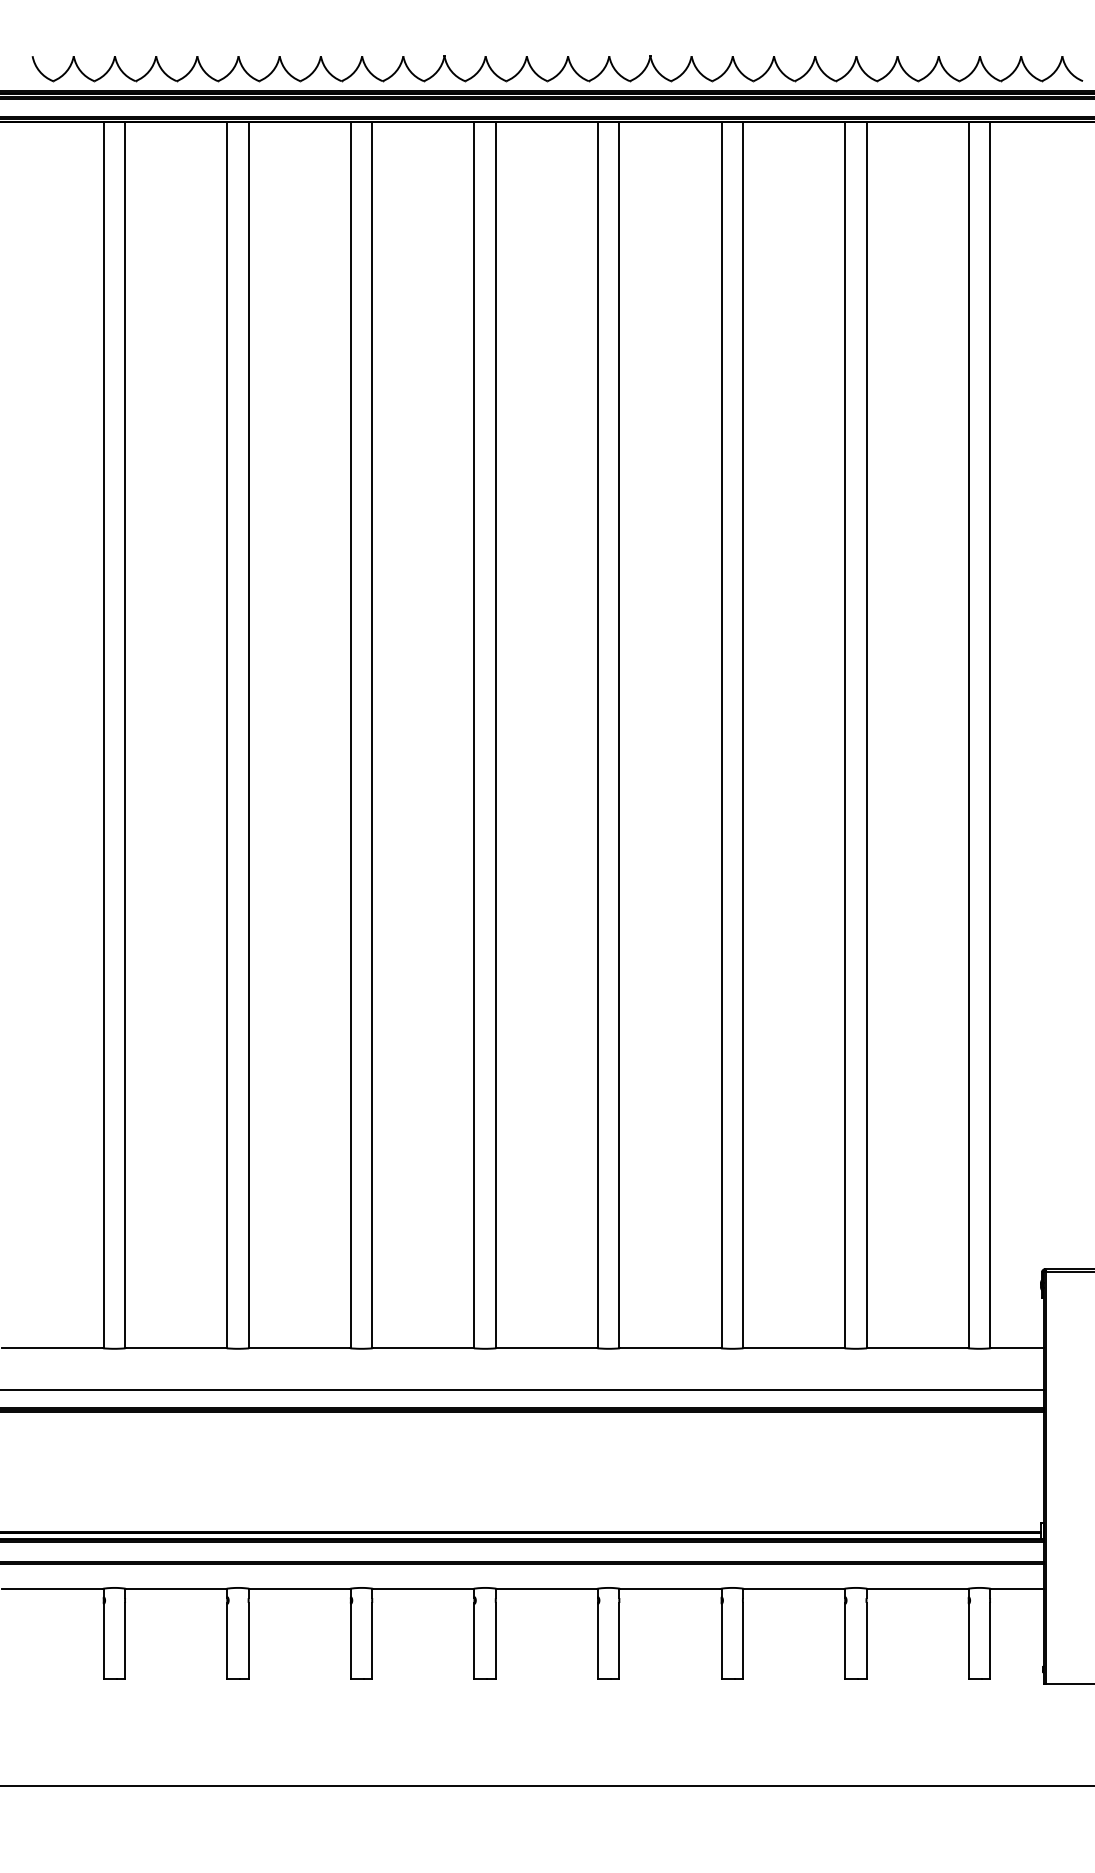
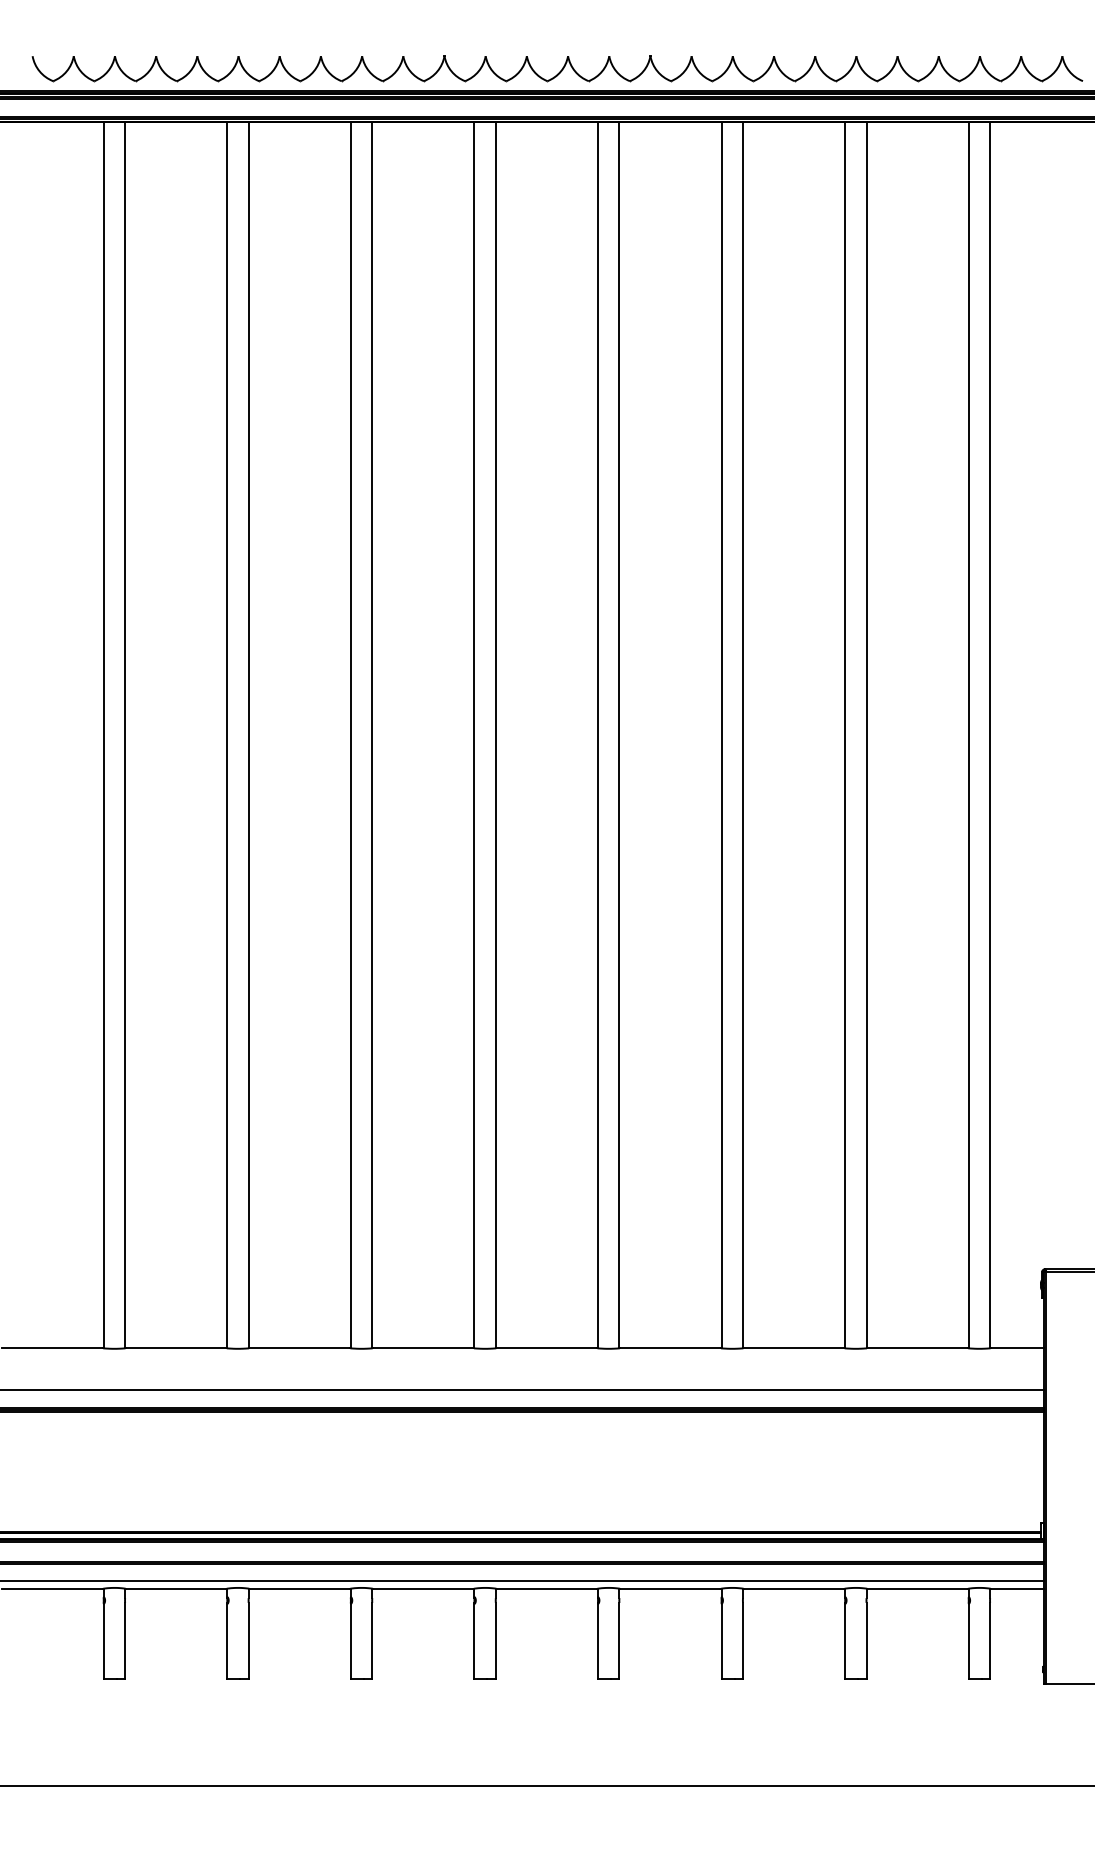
line at (523, 1581): none -> present
